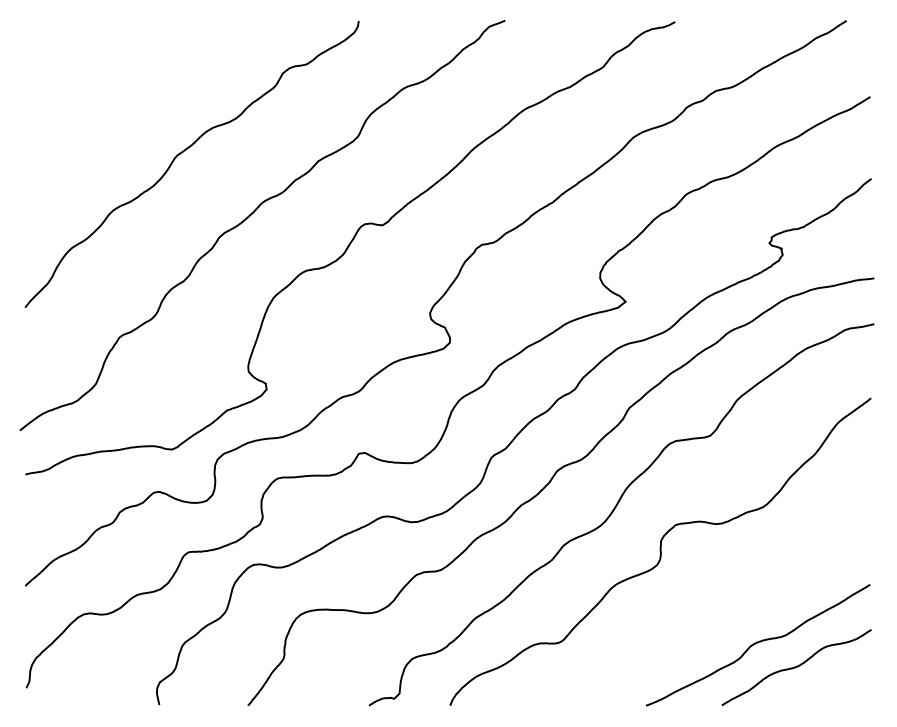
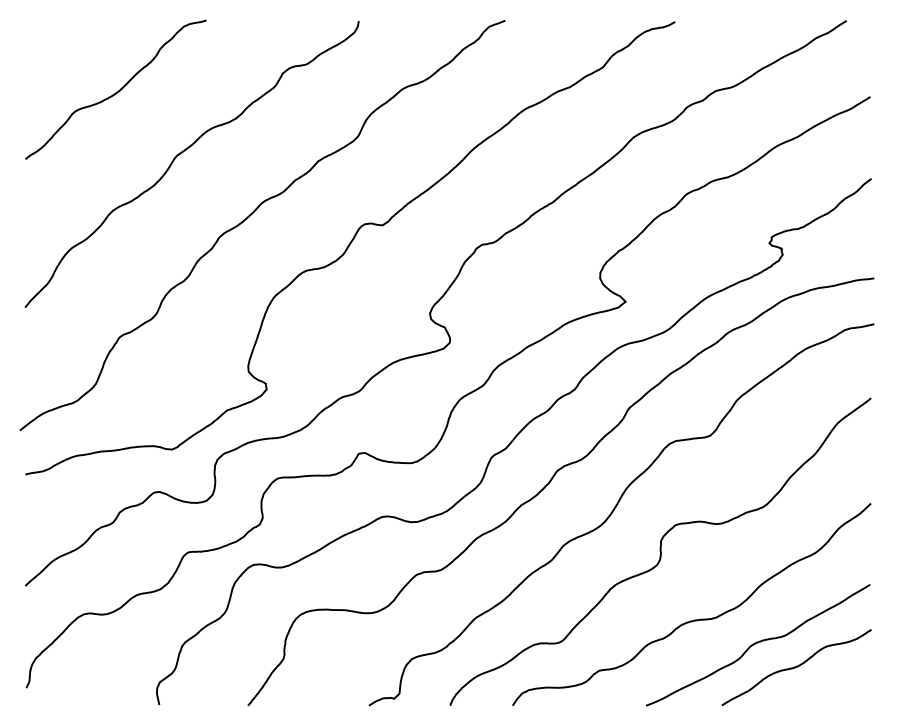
curve at (116, 91): none -> present
curve at (694, 619): none -> present
